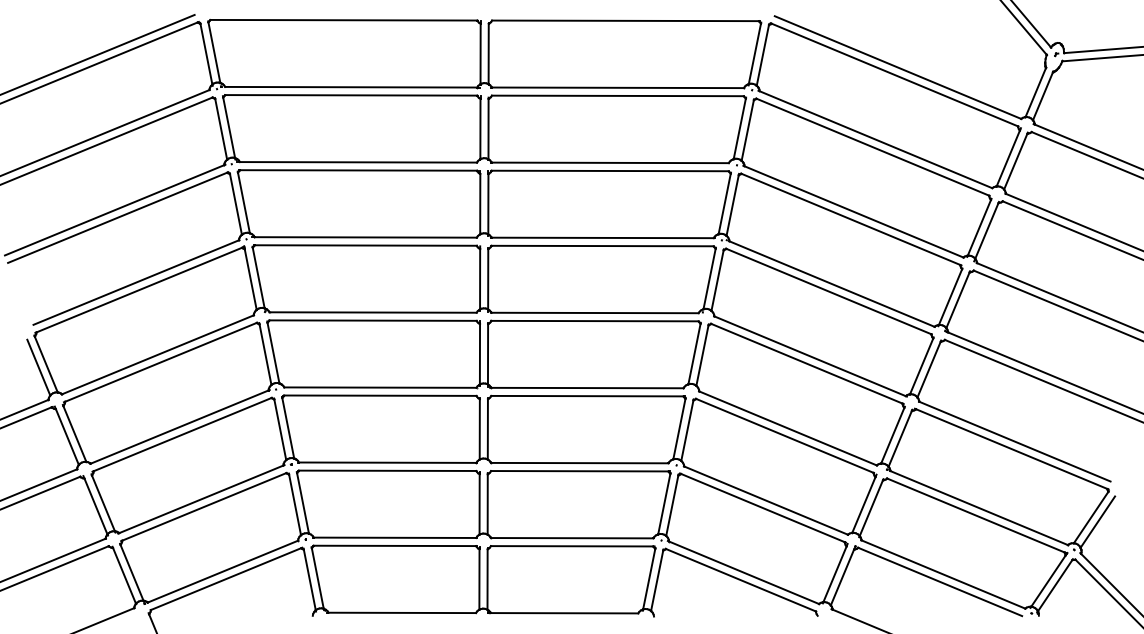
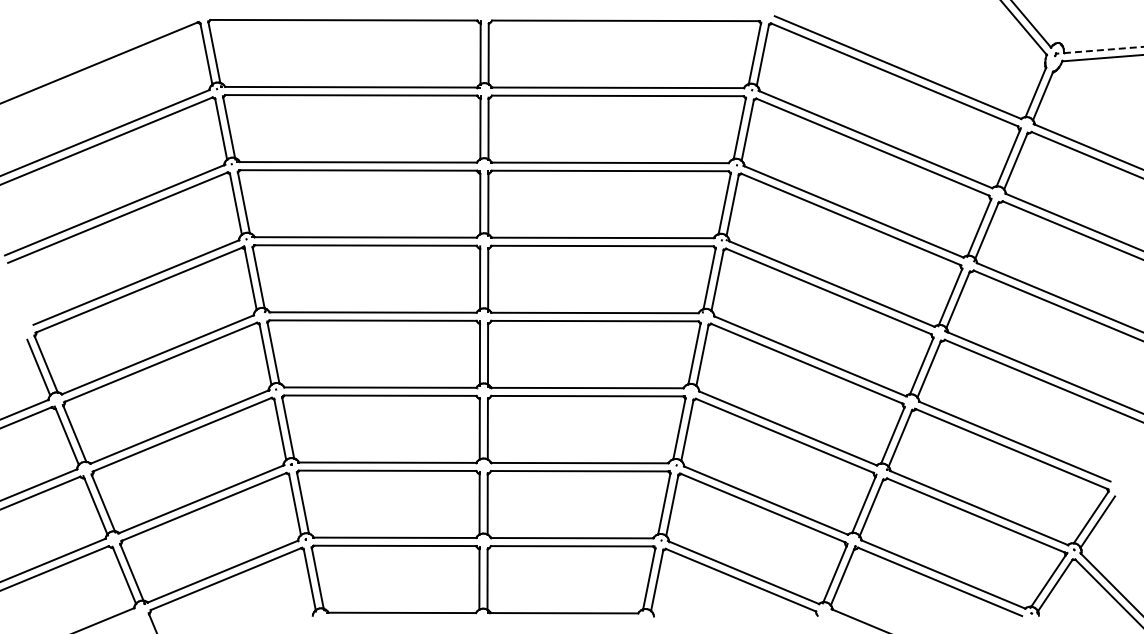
line at (1103, 50): solid -> dashed
line at (98, 54): present -> none
